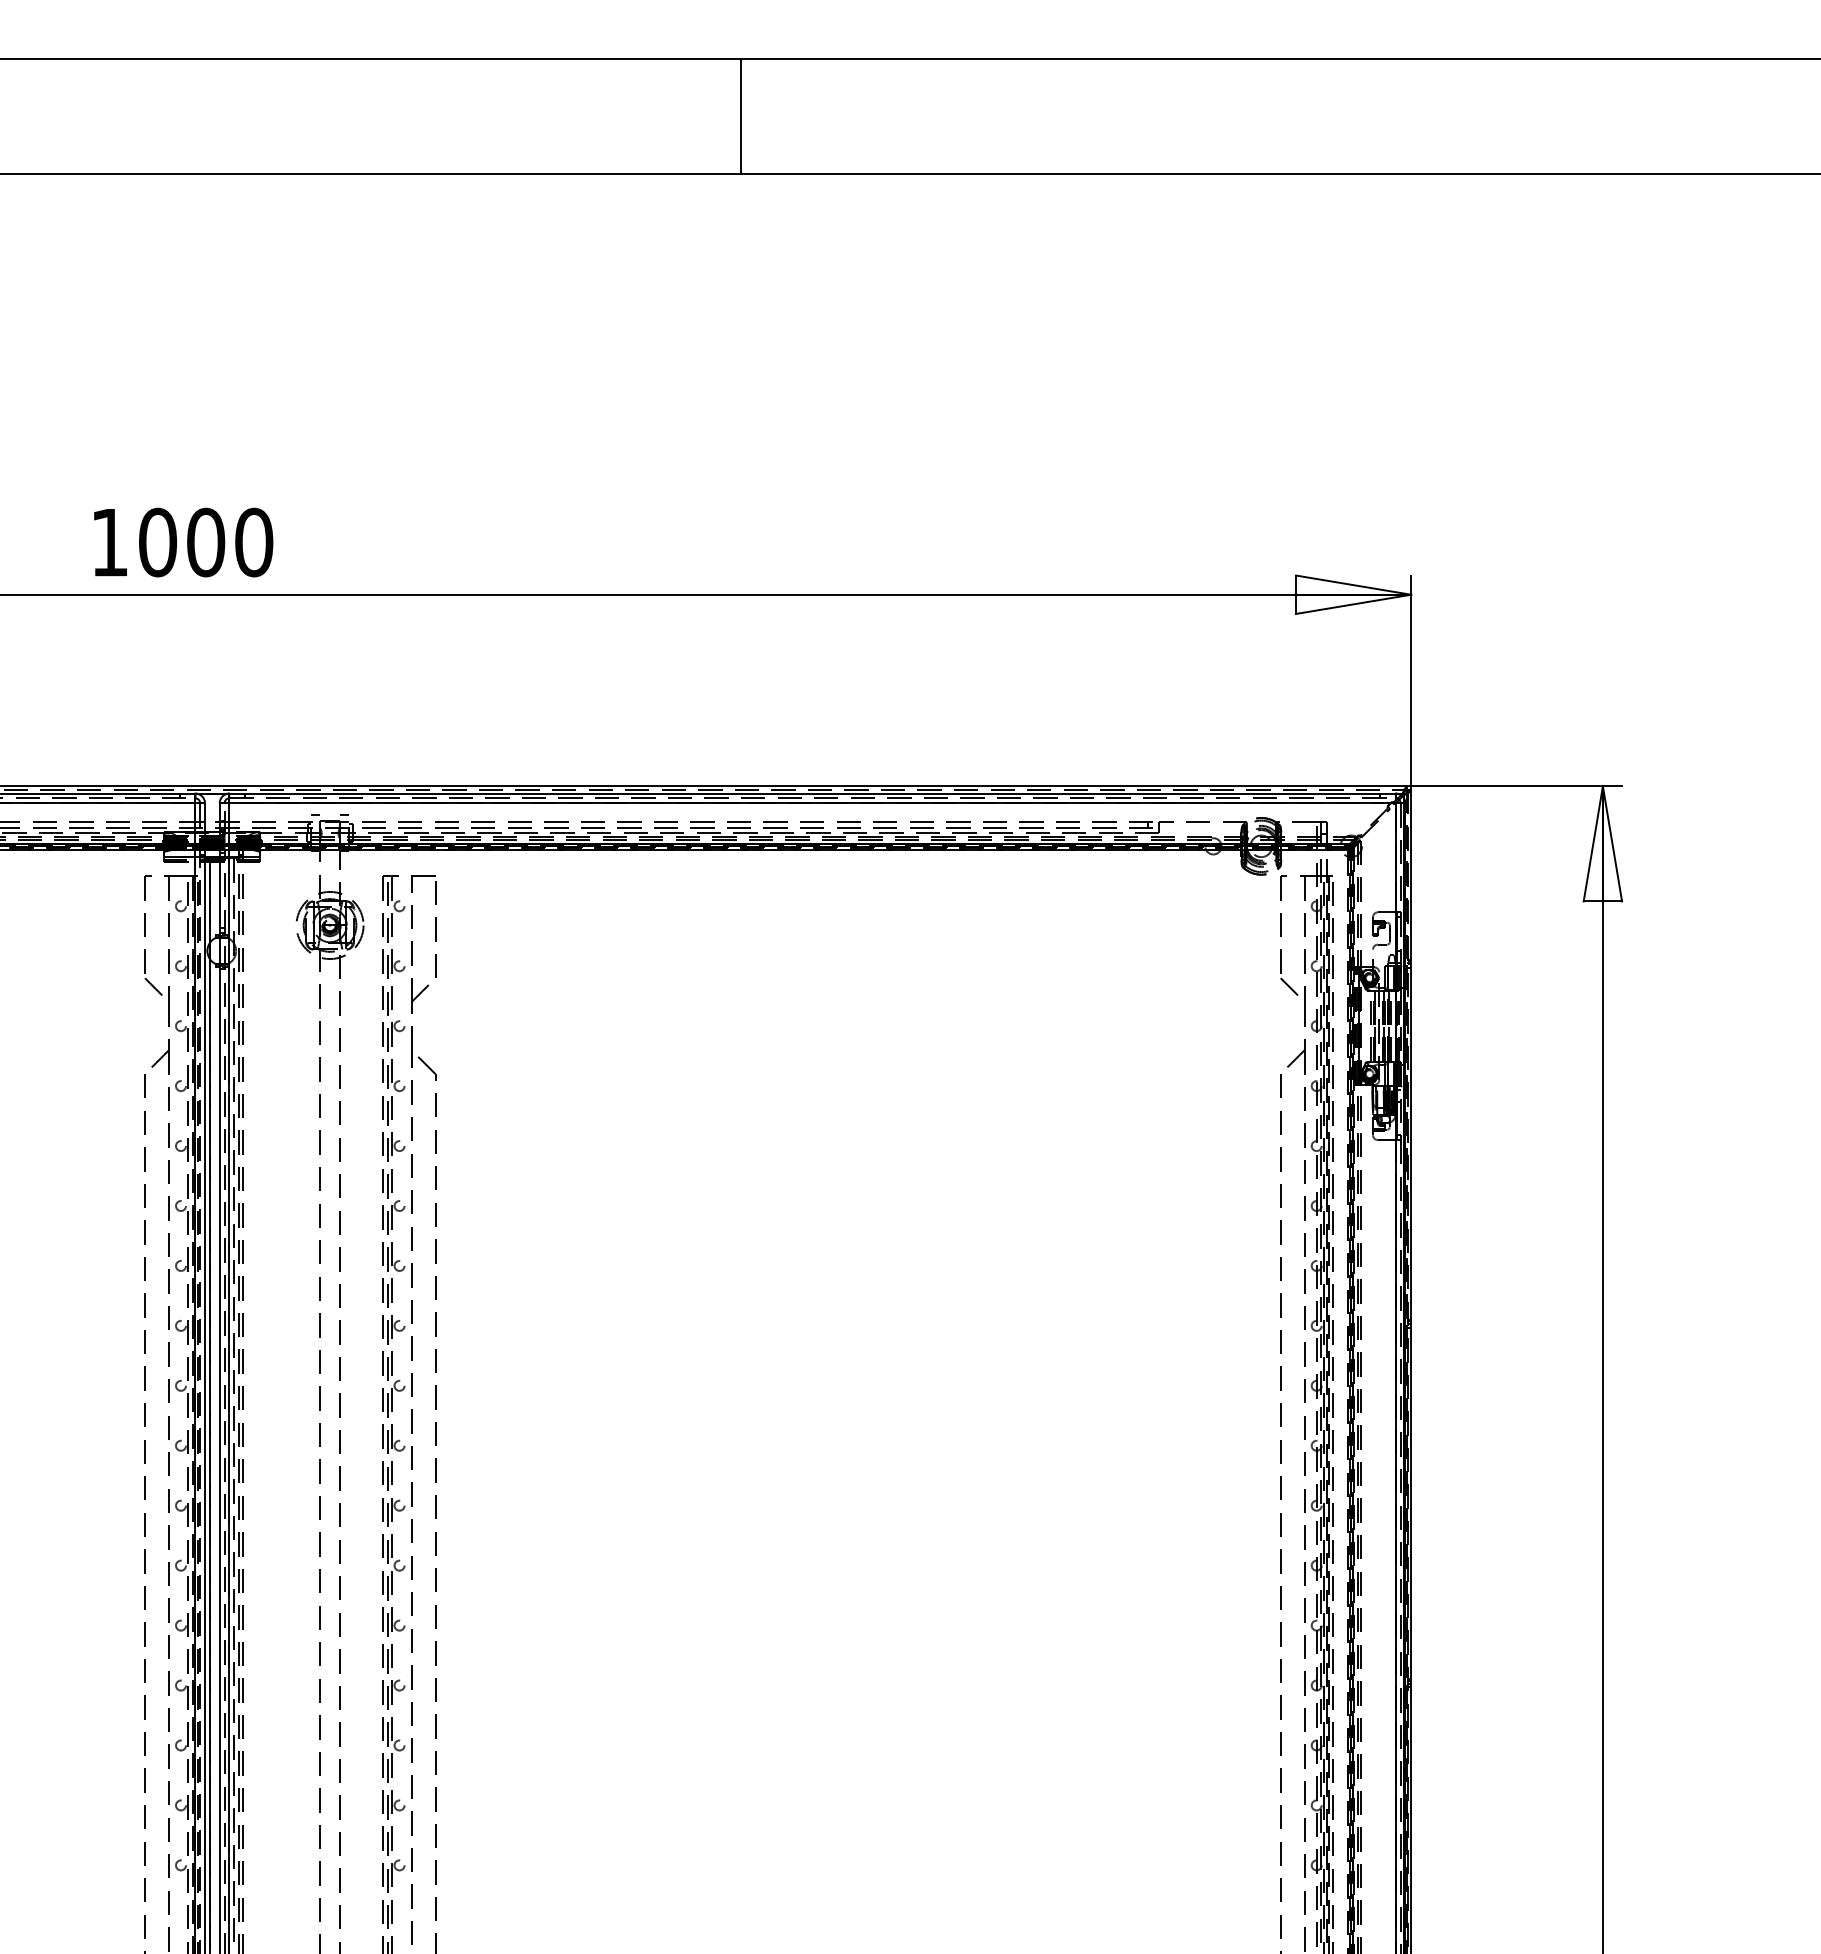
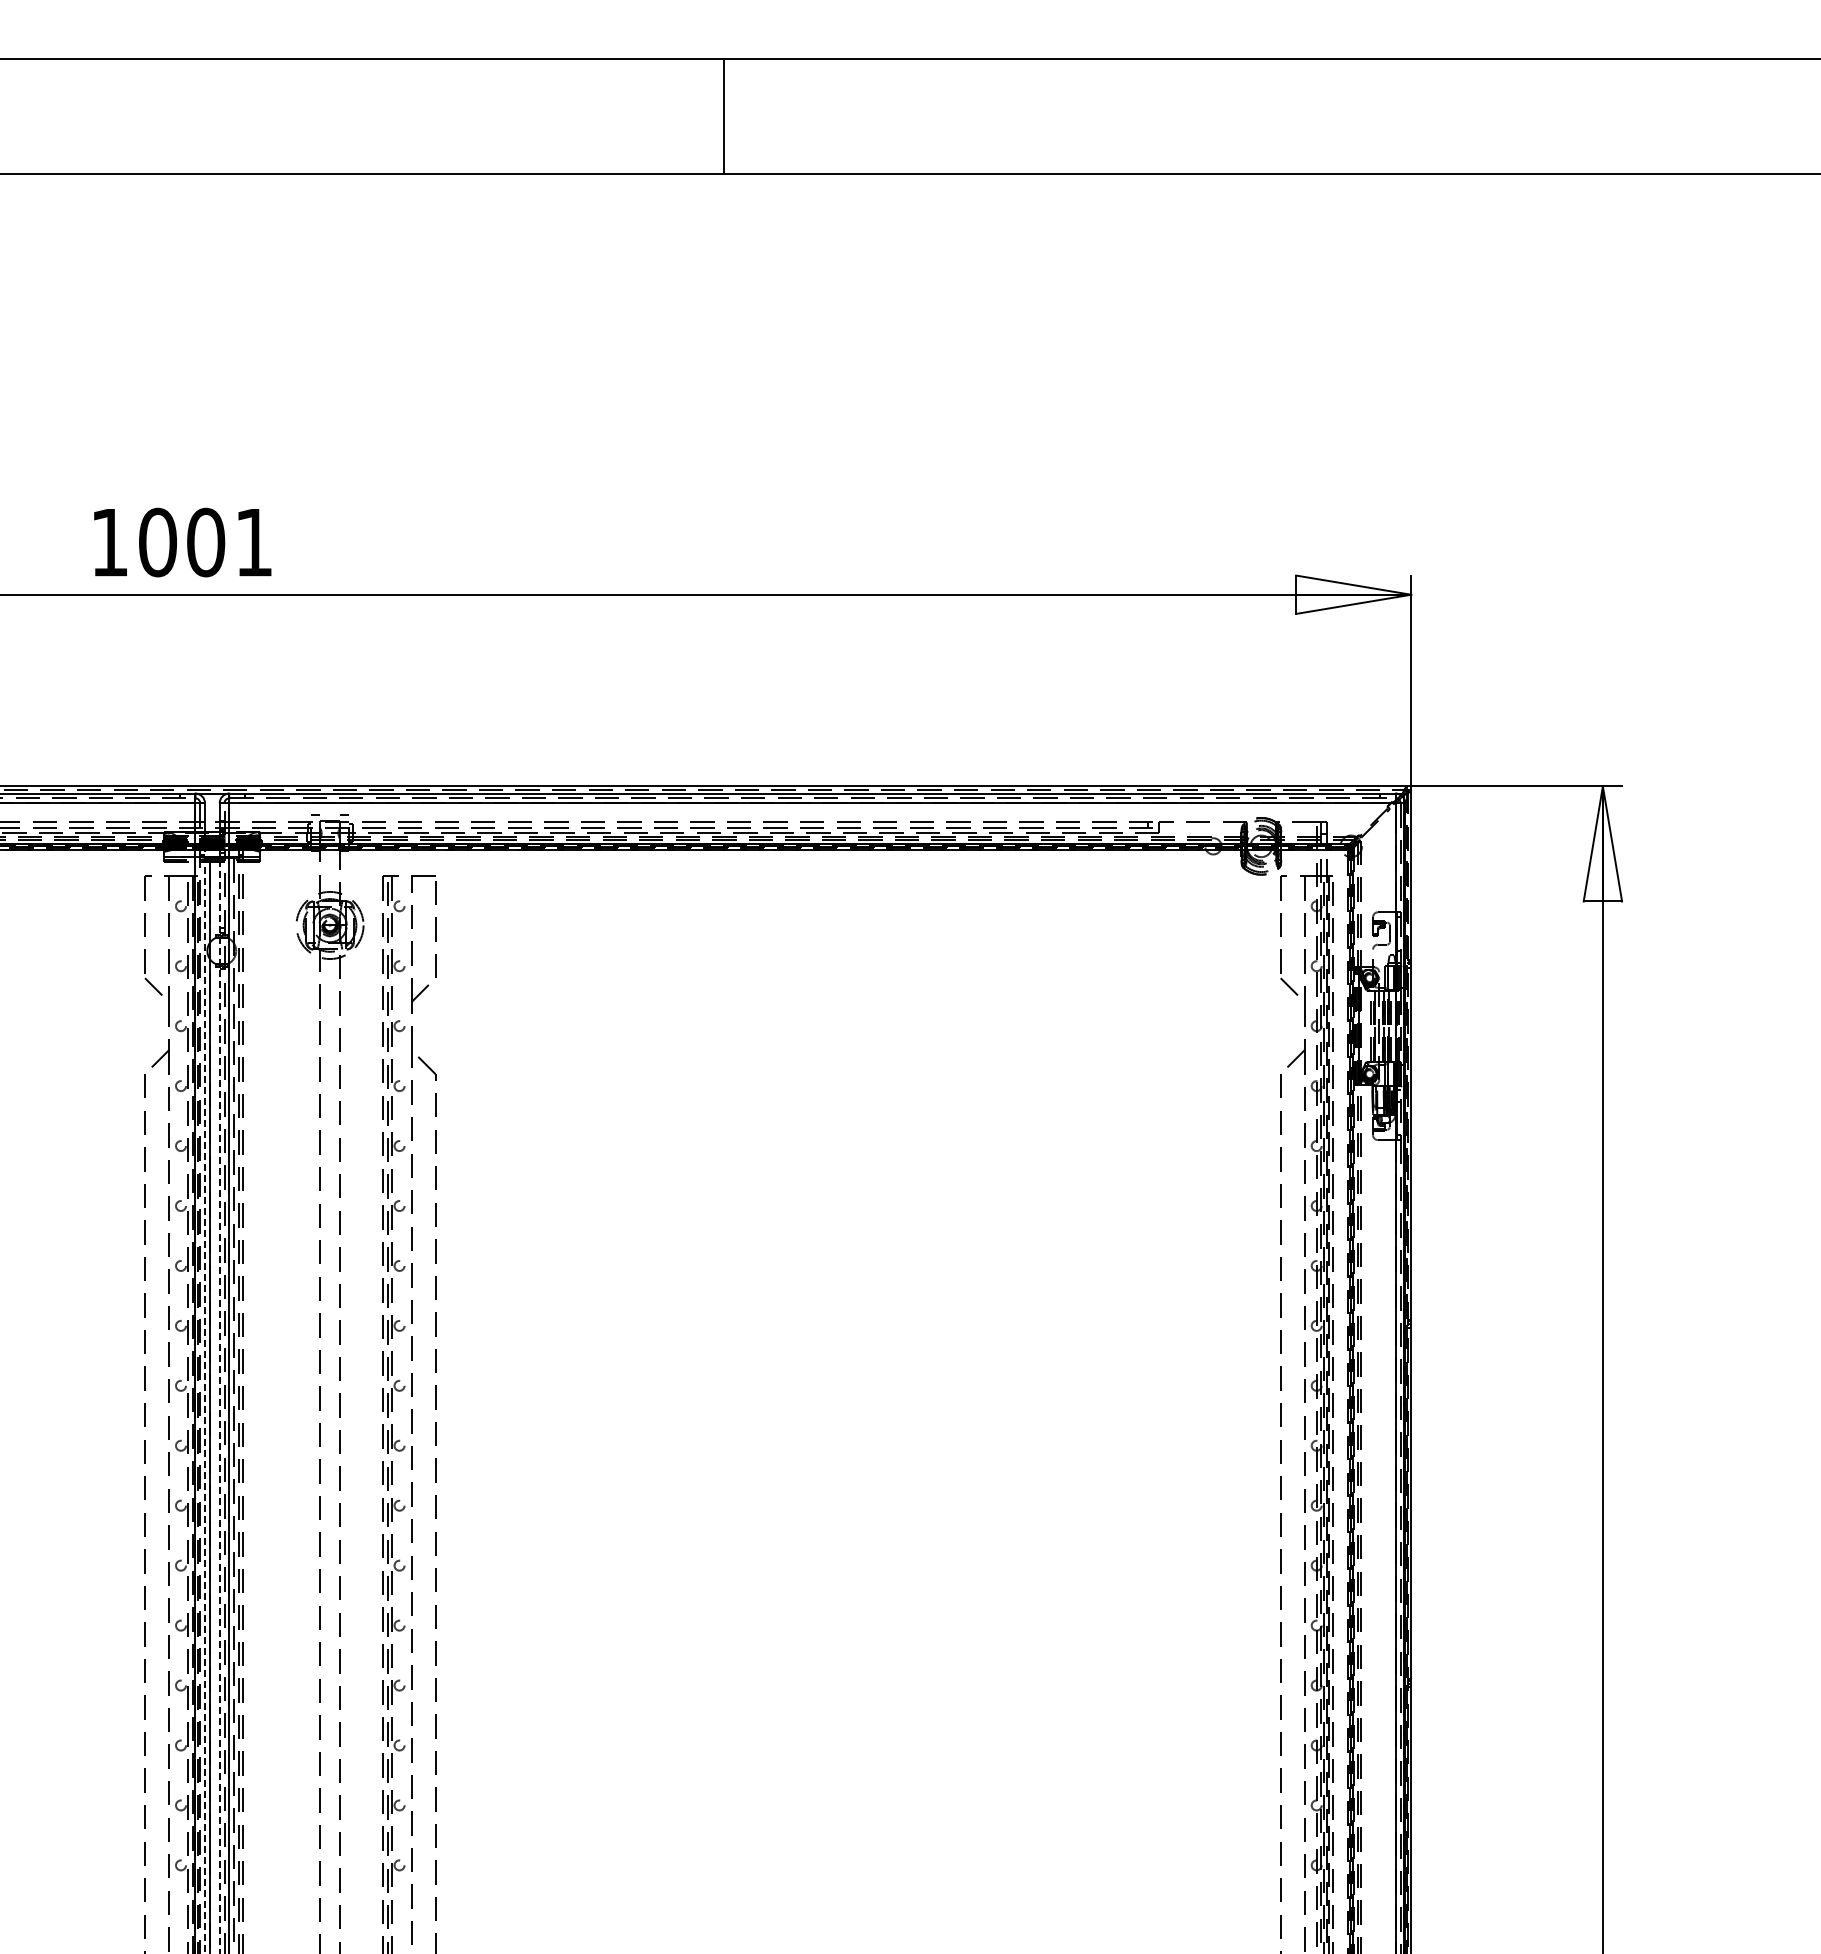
line at (740, 115) position: (740, 115) -> (723, 115)
text at (254, 542): 1000 -> 1001
line at (205, 1400): solid -> dashed
line at (219, 1401): solid -> dashed
